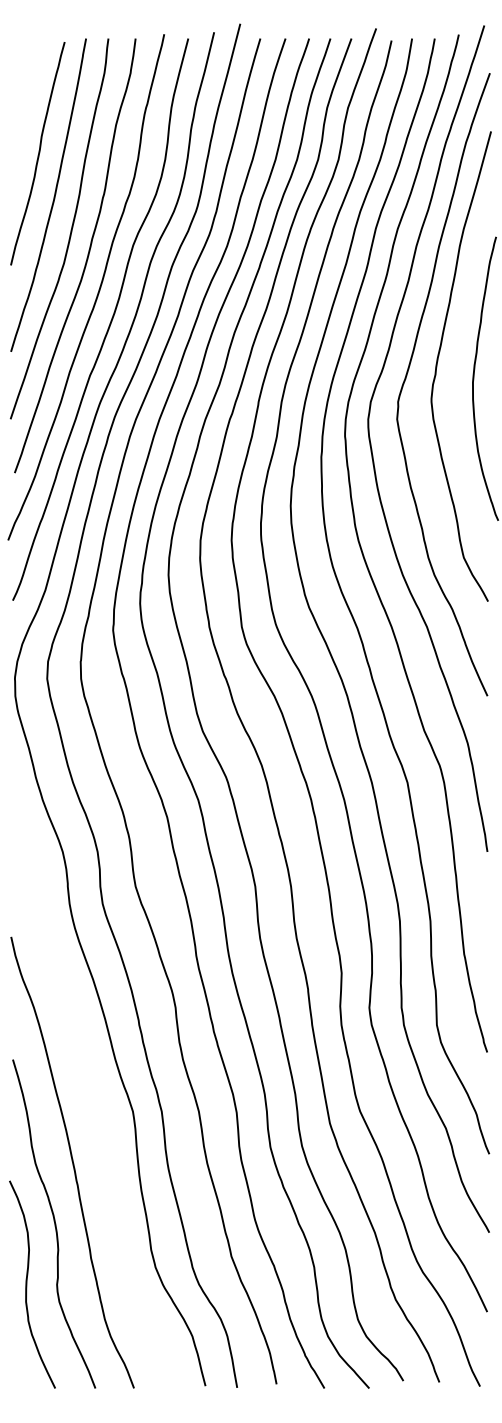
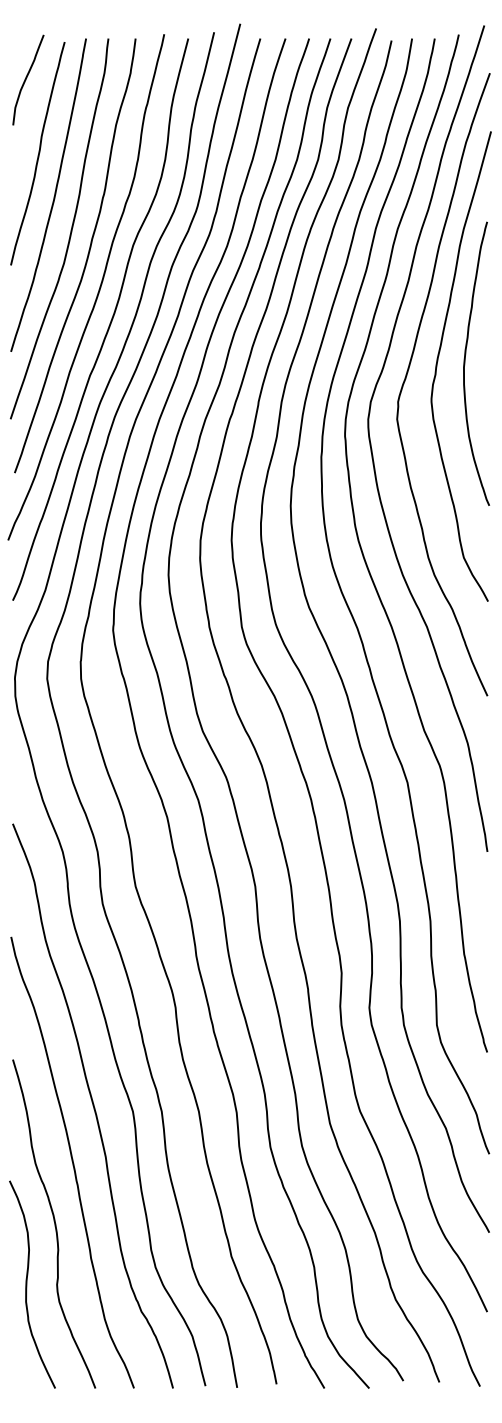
curve at (26, 79): none -> present
curve at (474, 378) position: (474, 378) -> (465, 363)
curve at (92, 1105): none -> present
